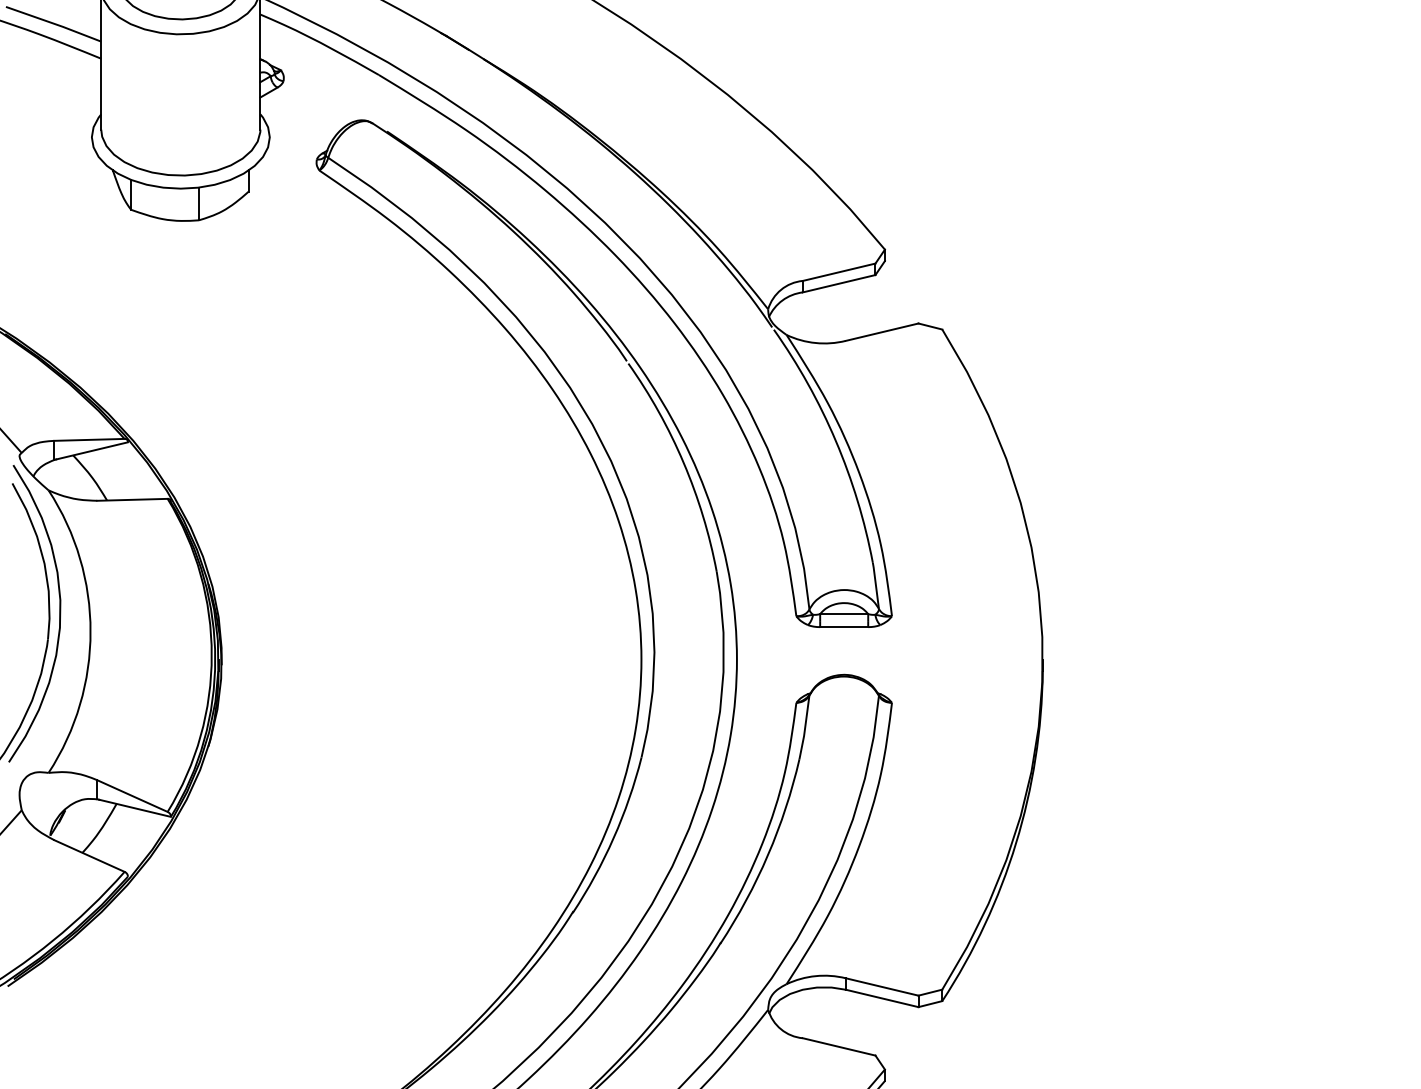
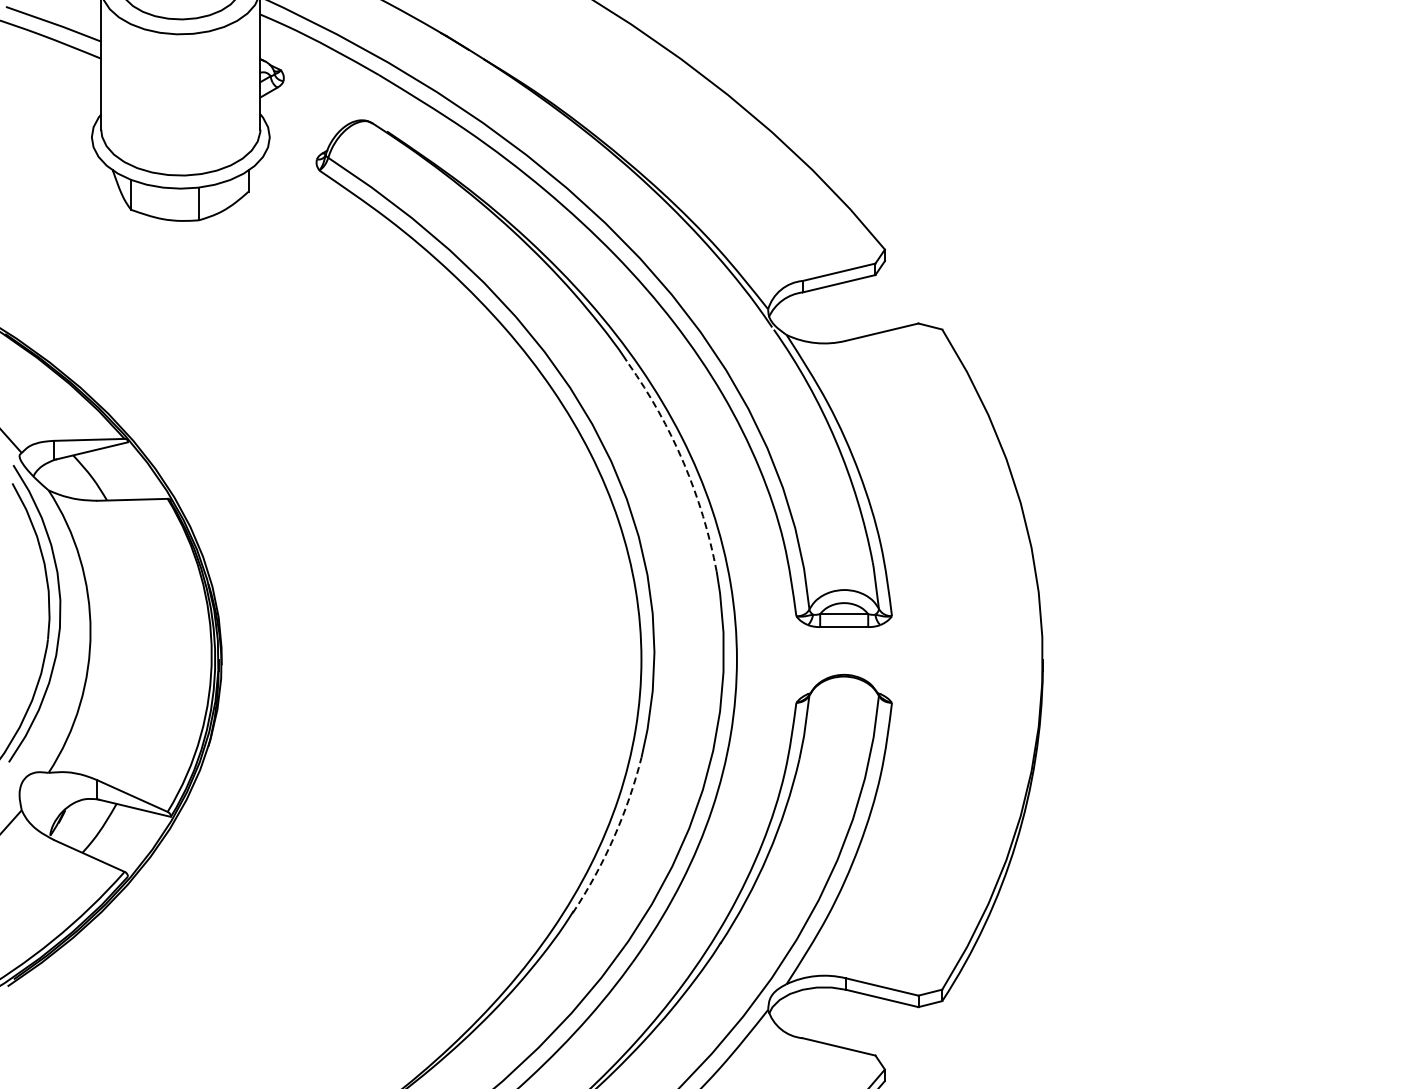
arc at (683, 462): solid -> dashed
arc at (613, 838): solid -> dashed
